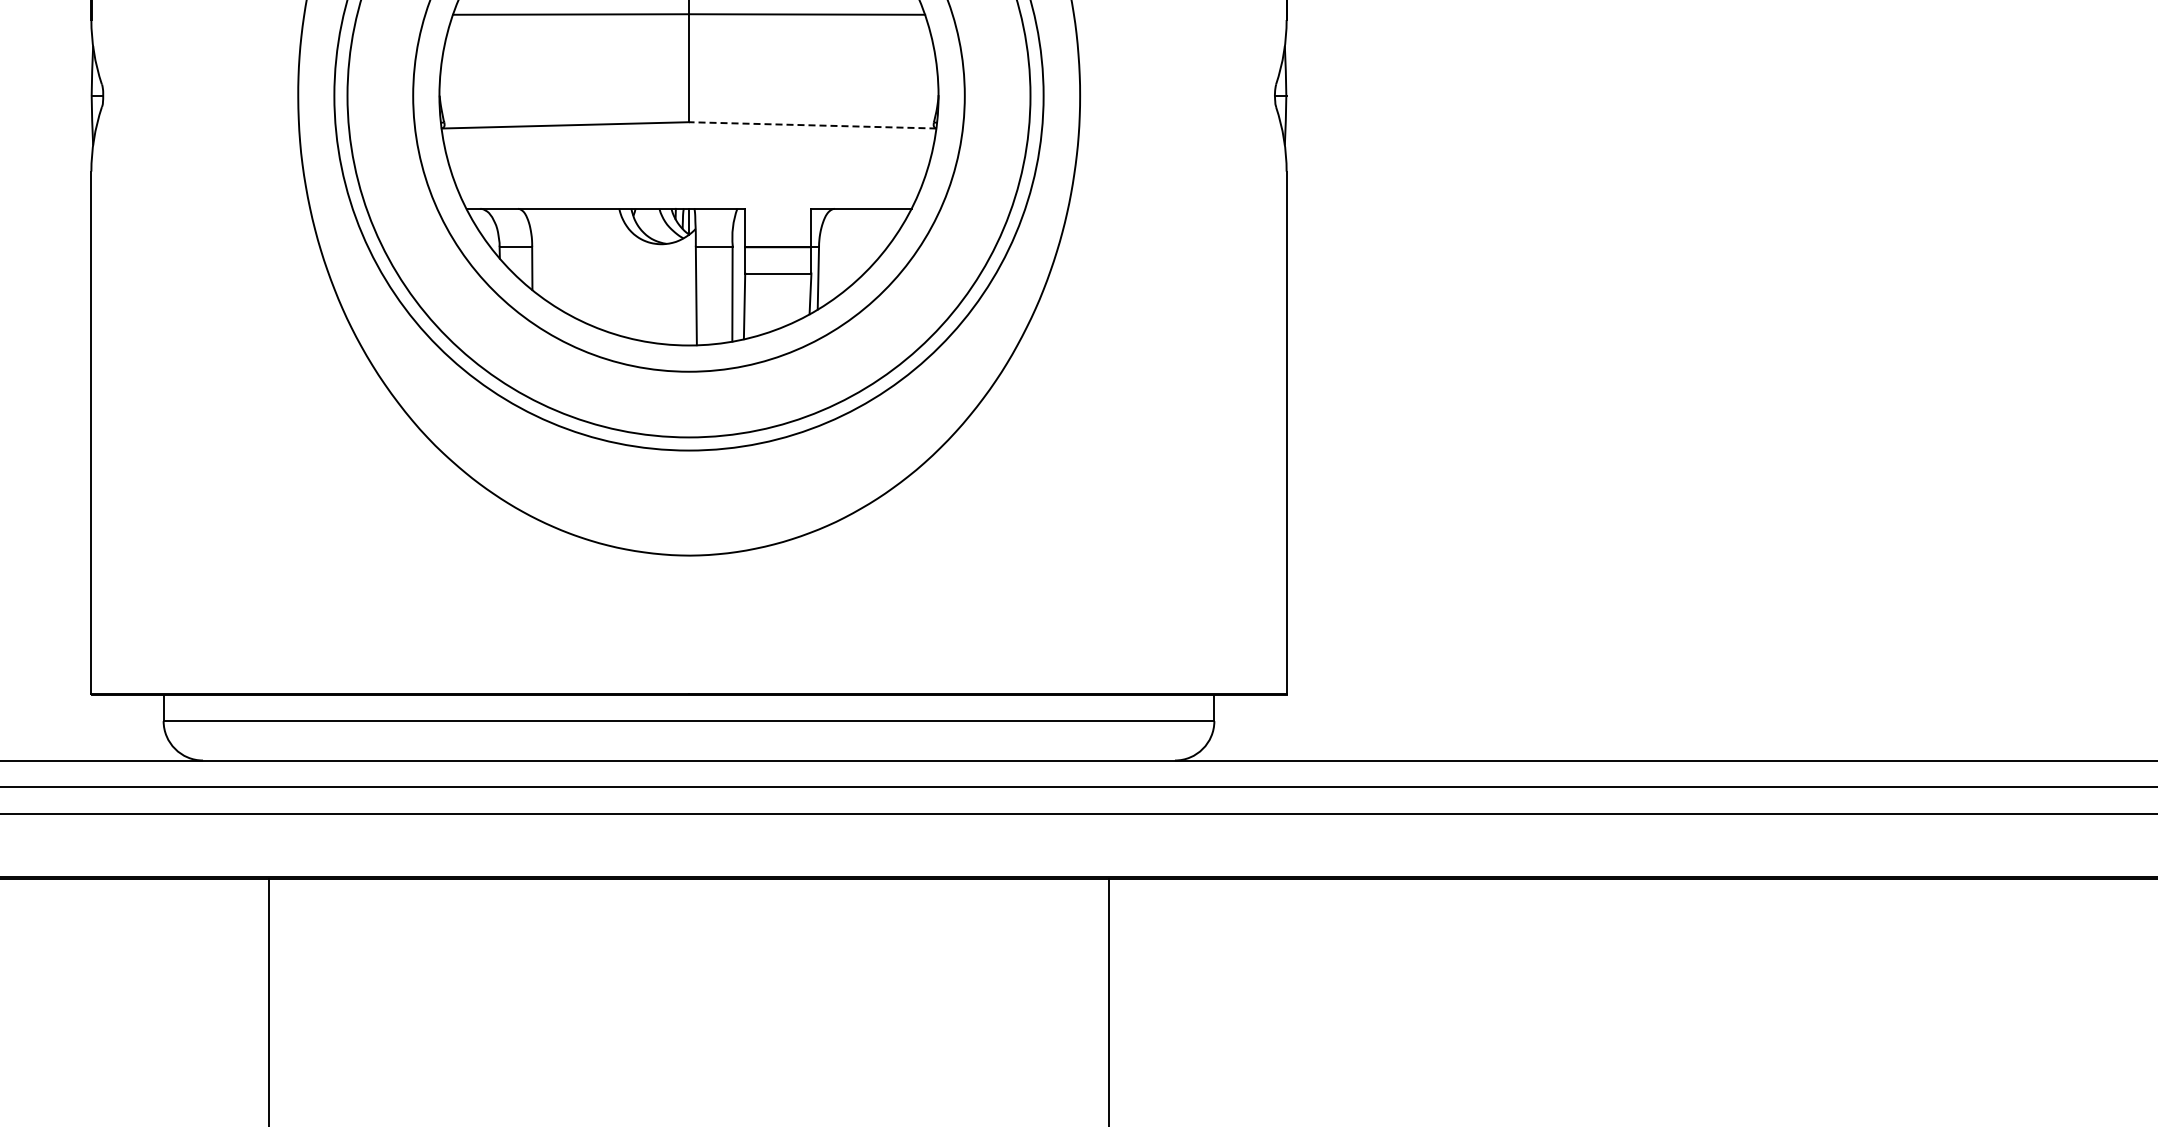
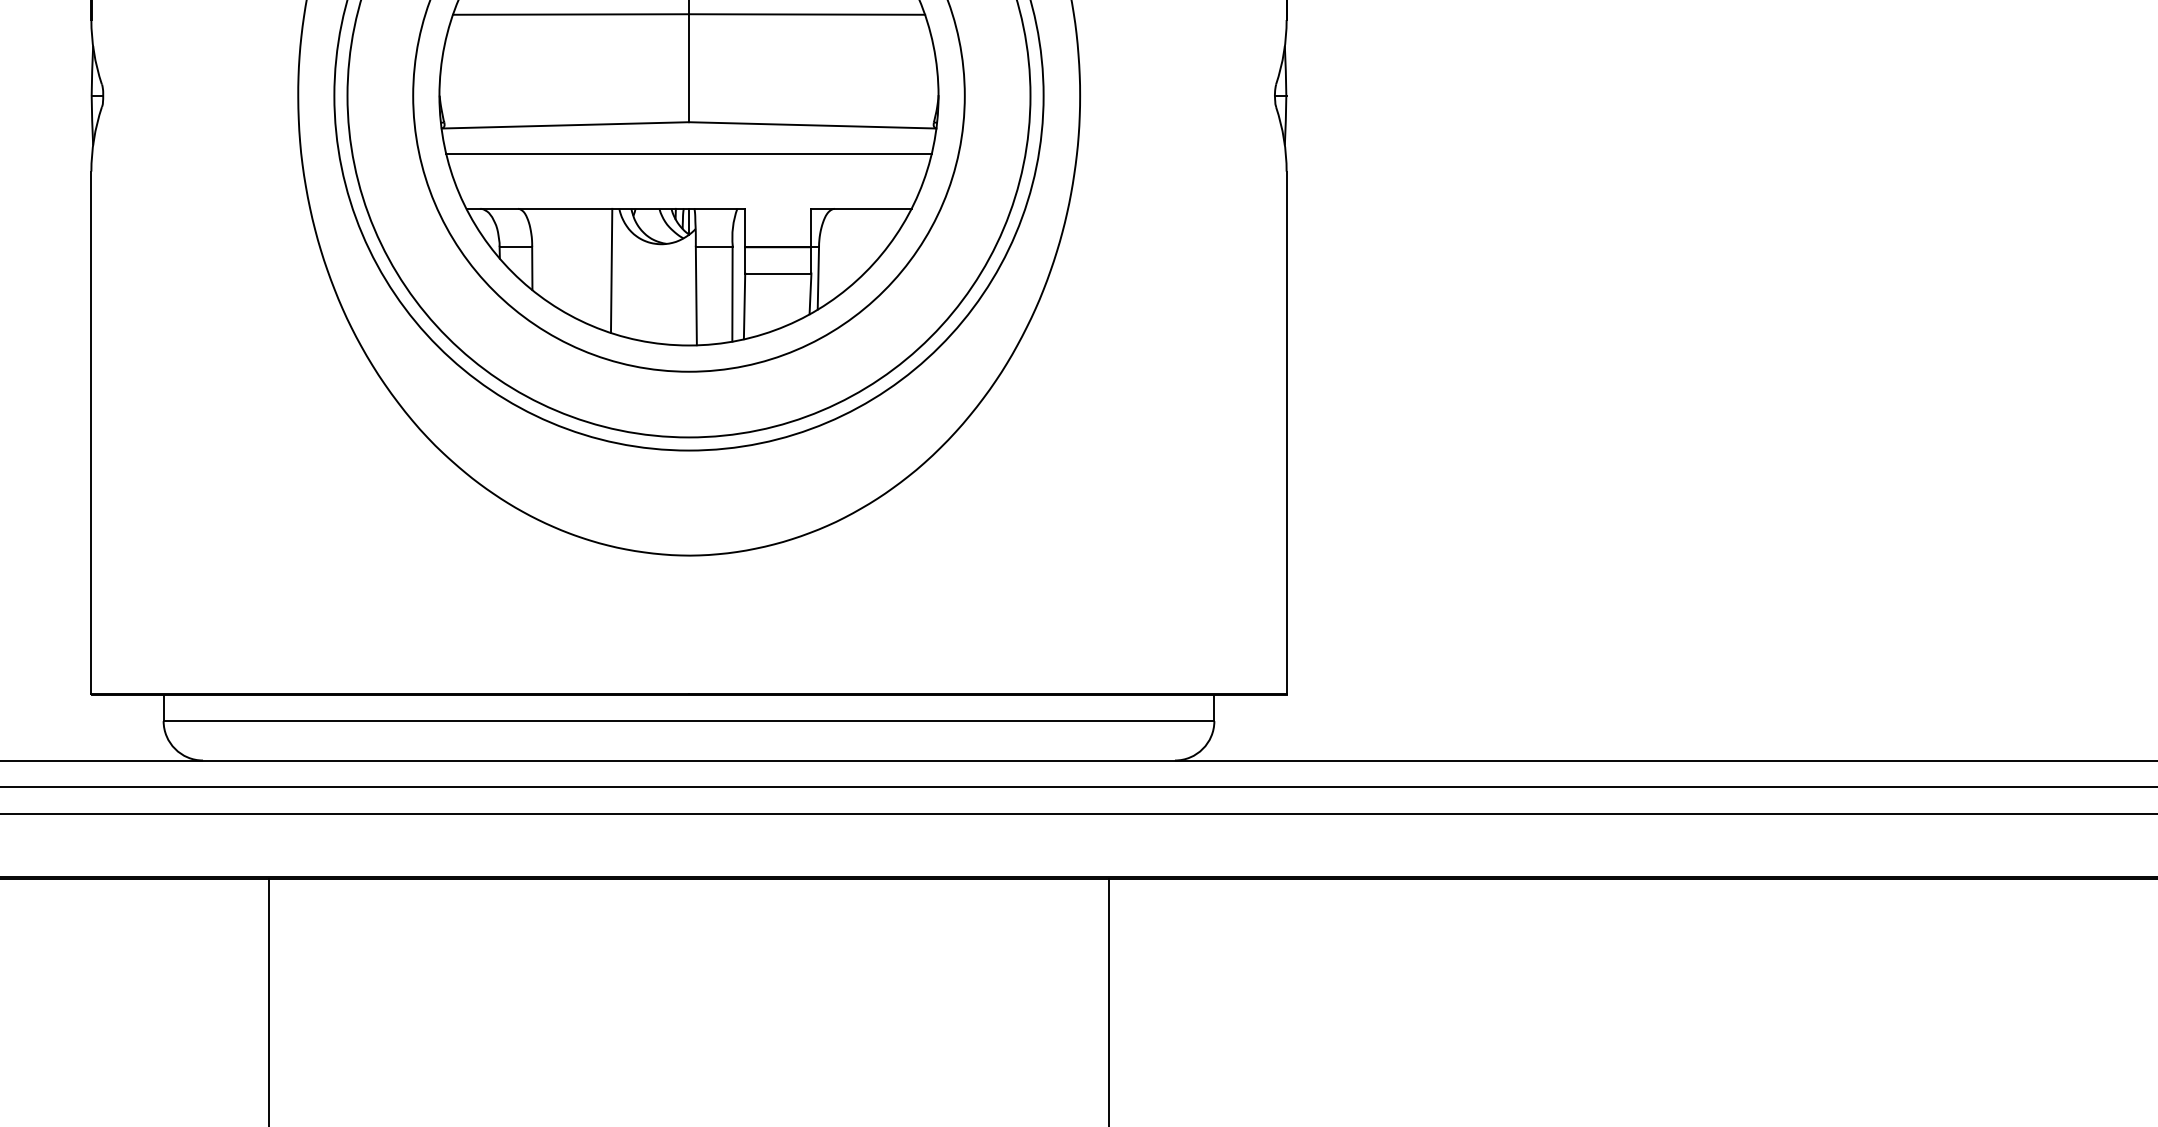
line at (812, 125): dashed -> solid
line at (688, 153): none -> present
line at (611, 270): none -> present
